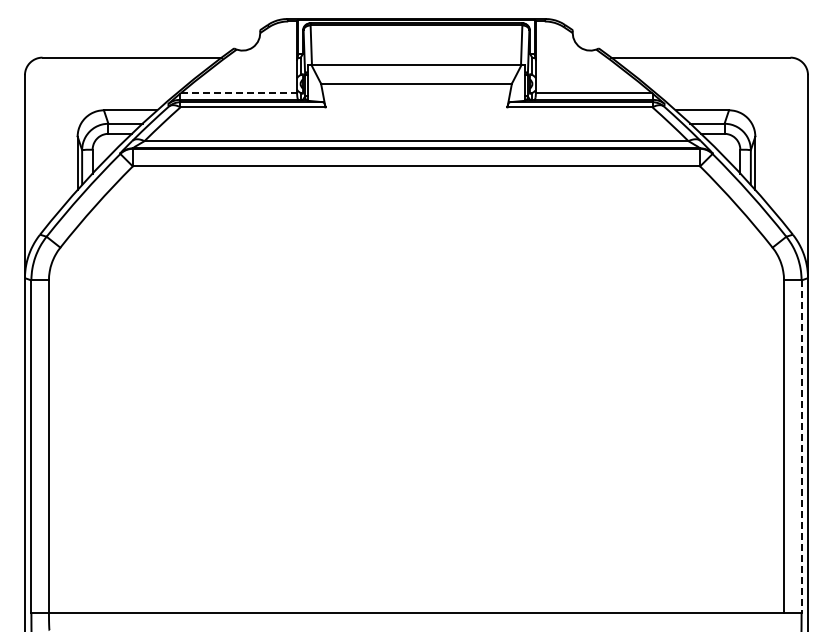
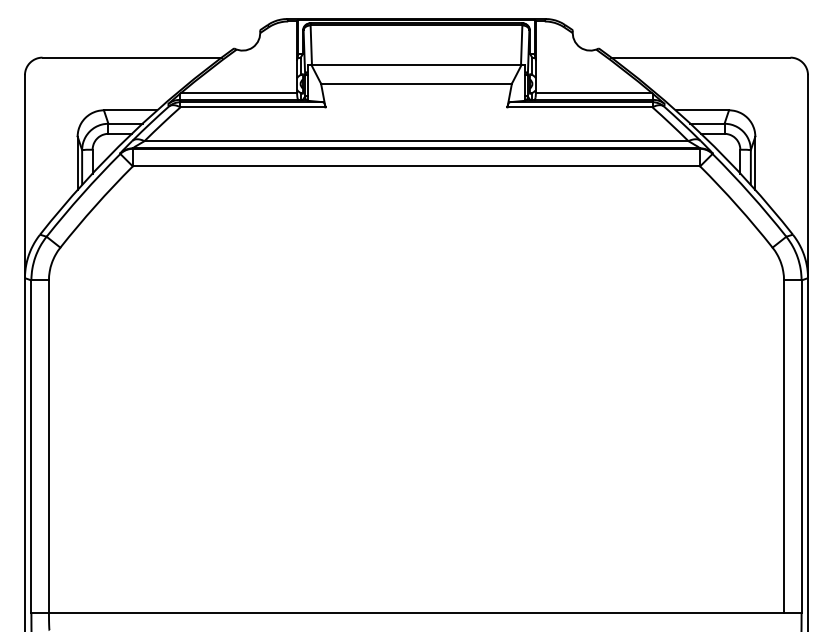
line at (239, 92): dashed -> solid
line at (801, 447): dashed -> solid
